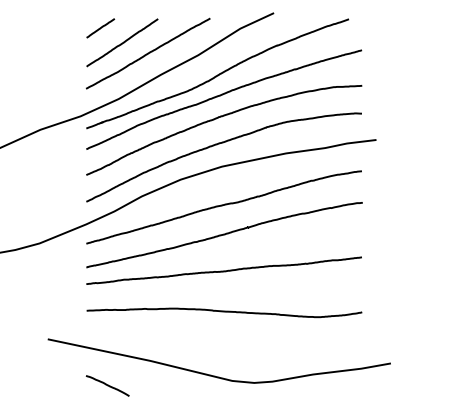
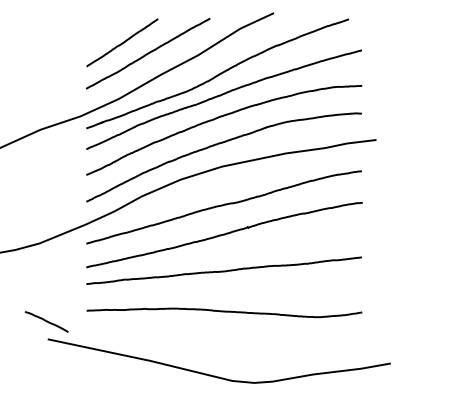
line at (100, 28): present -> none
curve at (107, 385) position: (107, 385) -> (46, 321)
